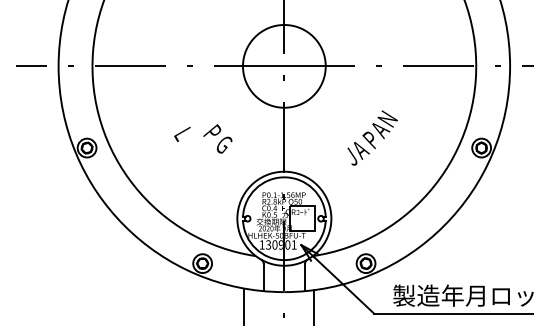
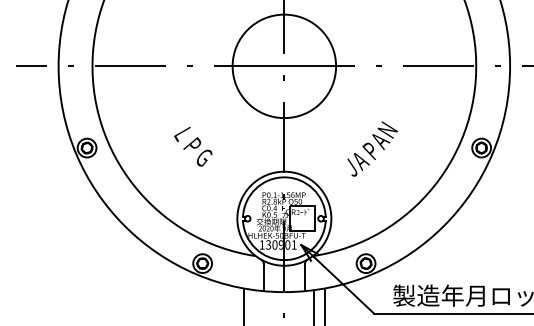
circle at (283, 65) diameter: 83 px -> 103 px
text at (372, 137) position: (372, 137) -> (372, 148)
text at (217, 138) position: (217, 138) -> (197, 151)
line at (324, 305): none -> present
